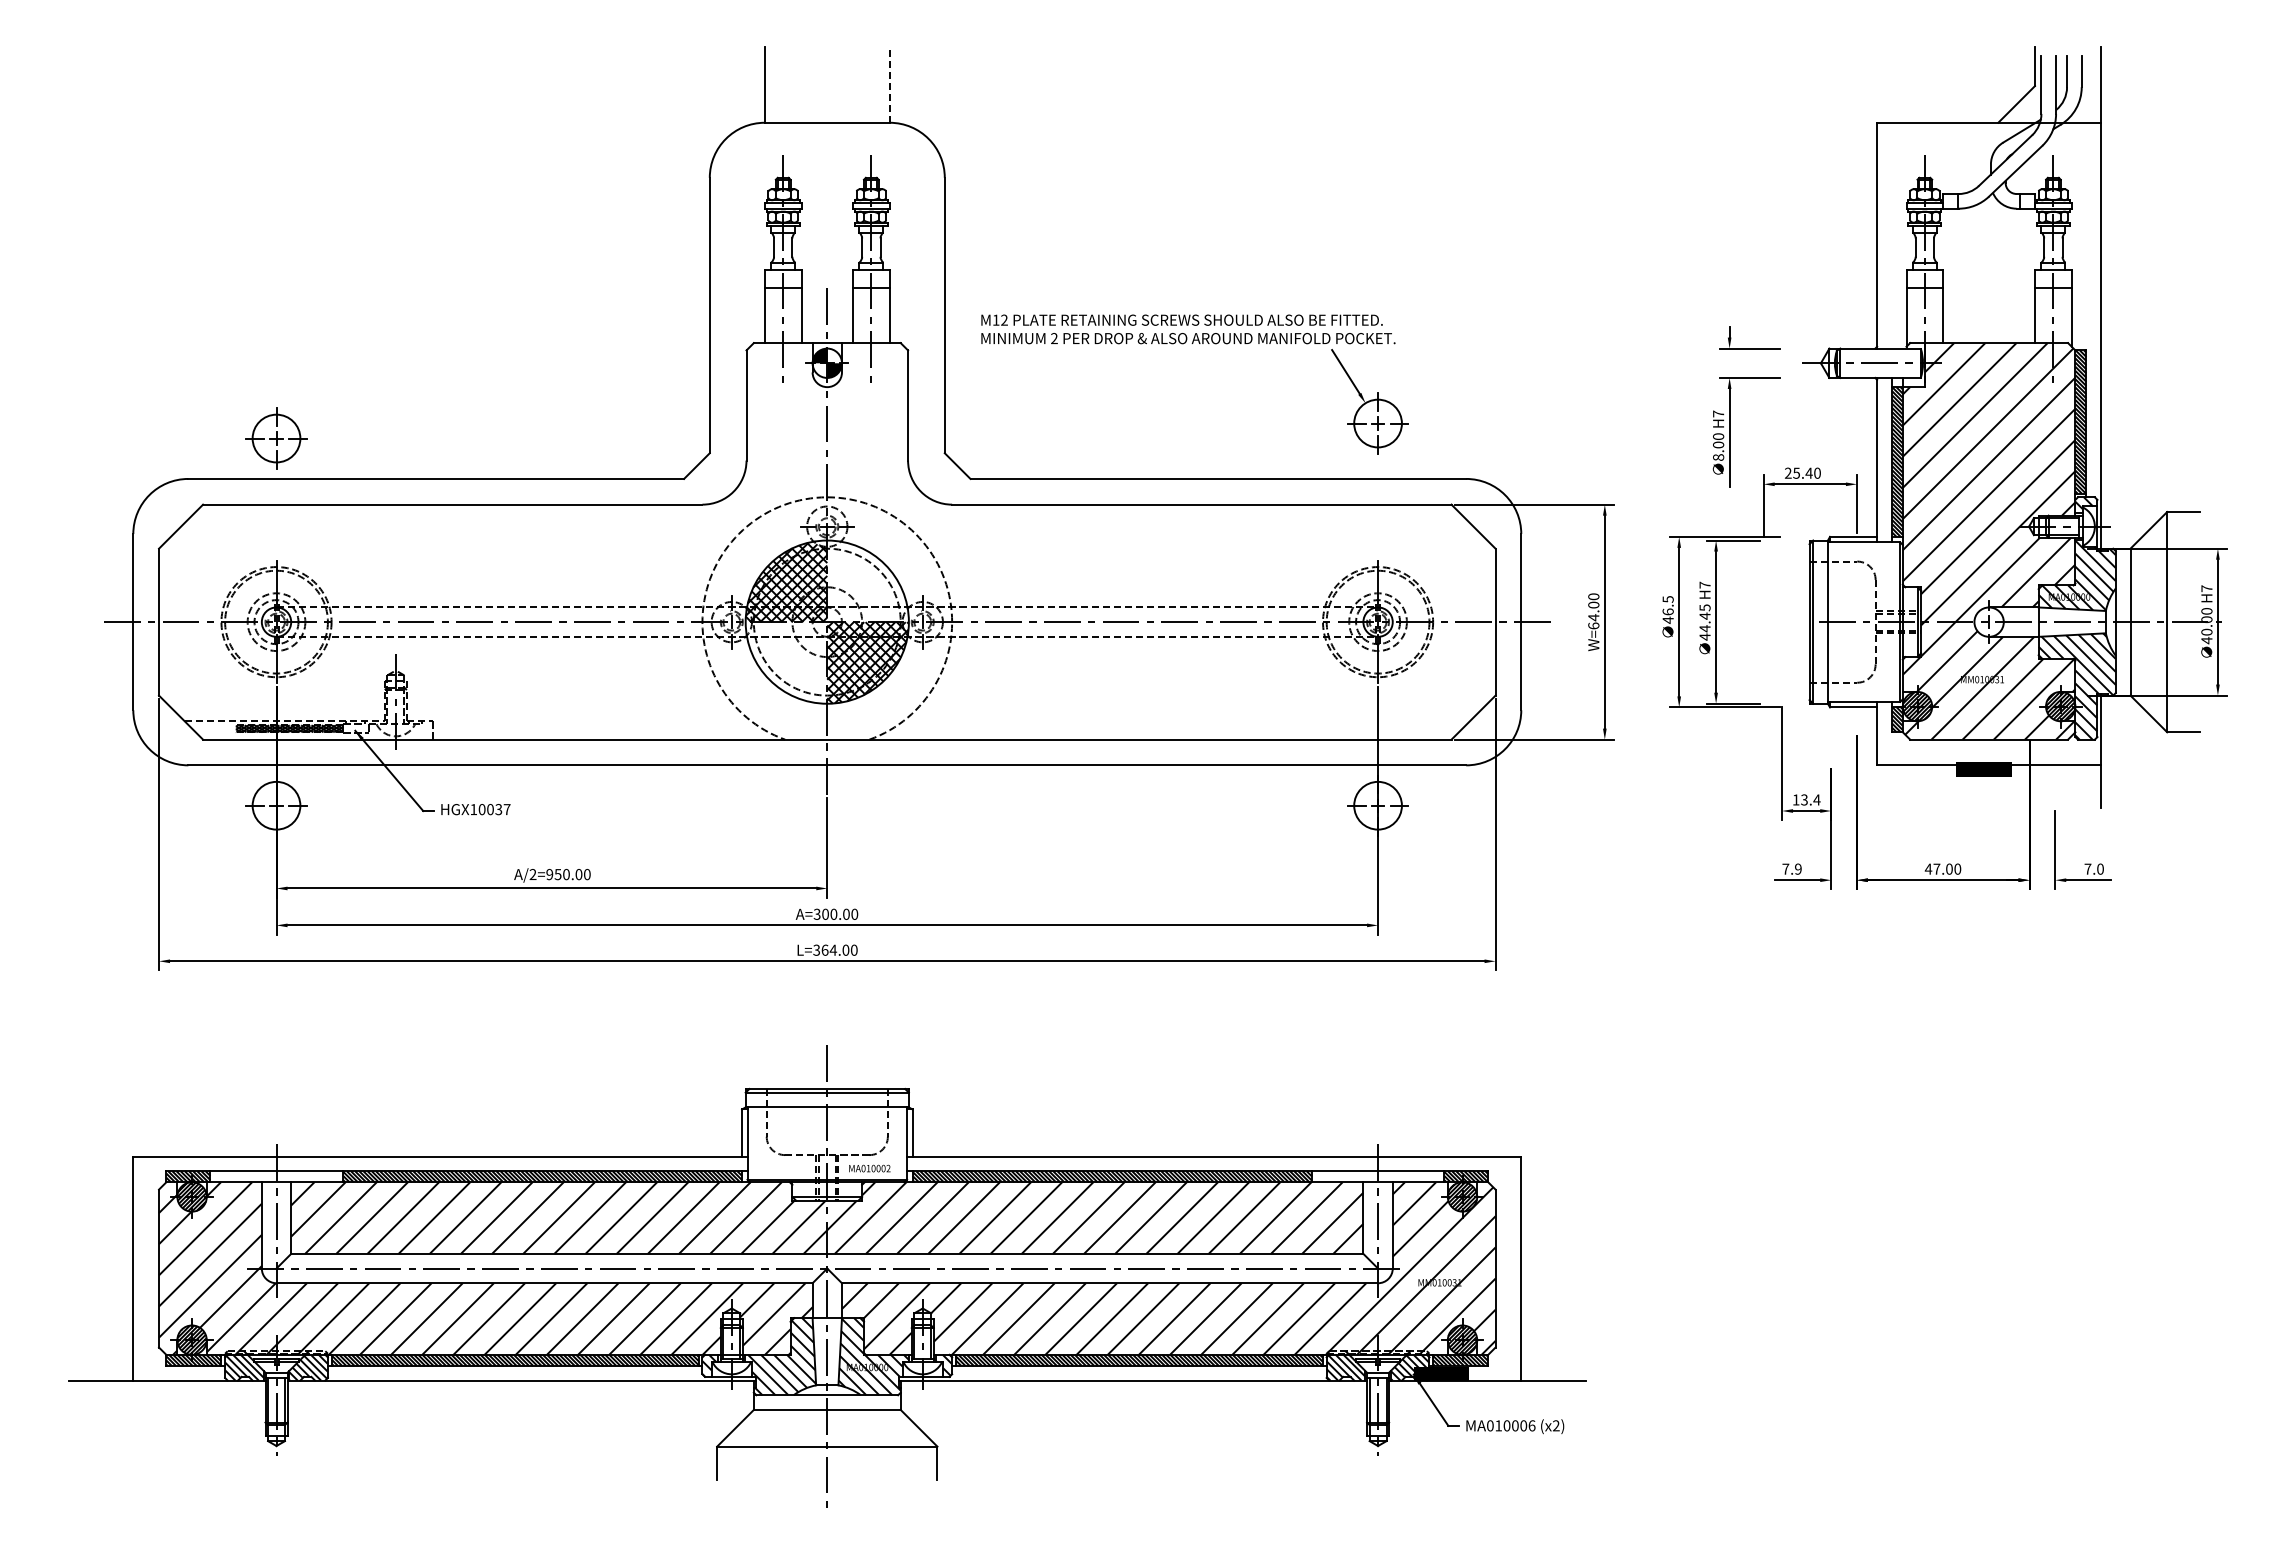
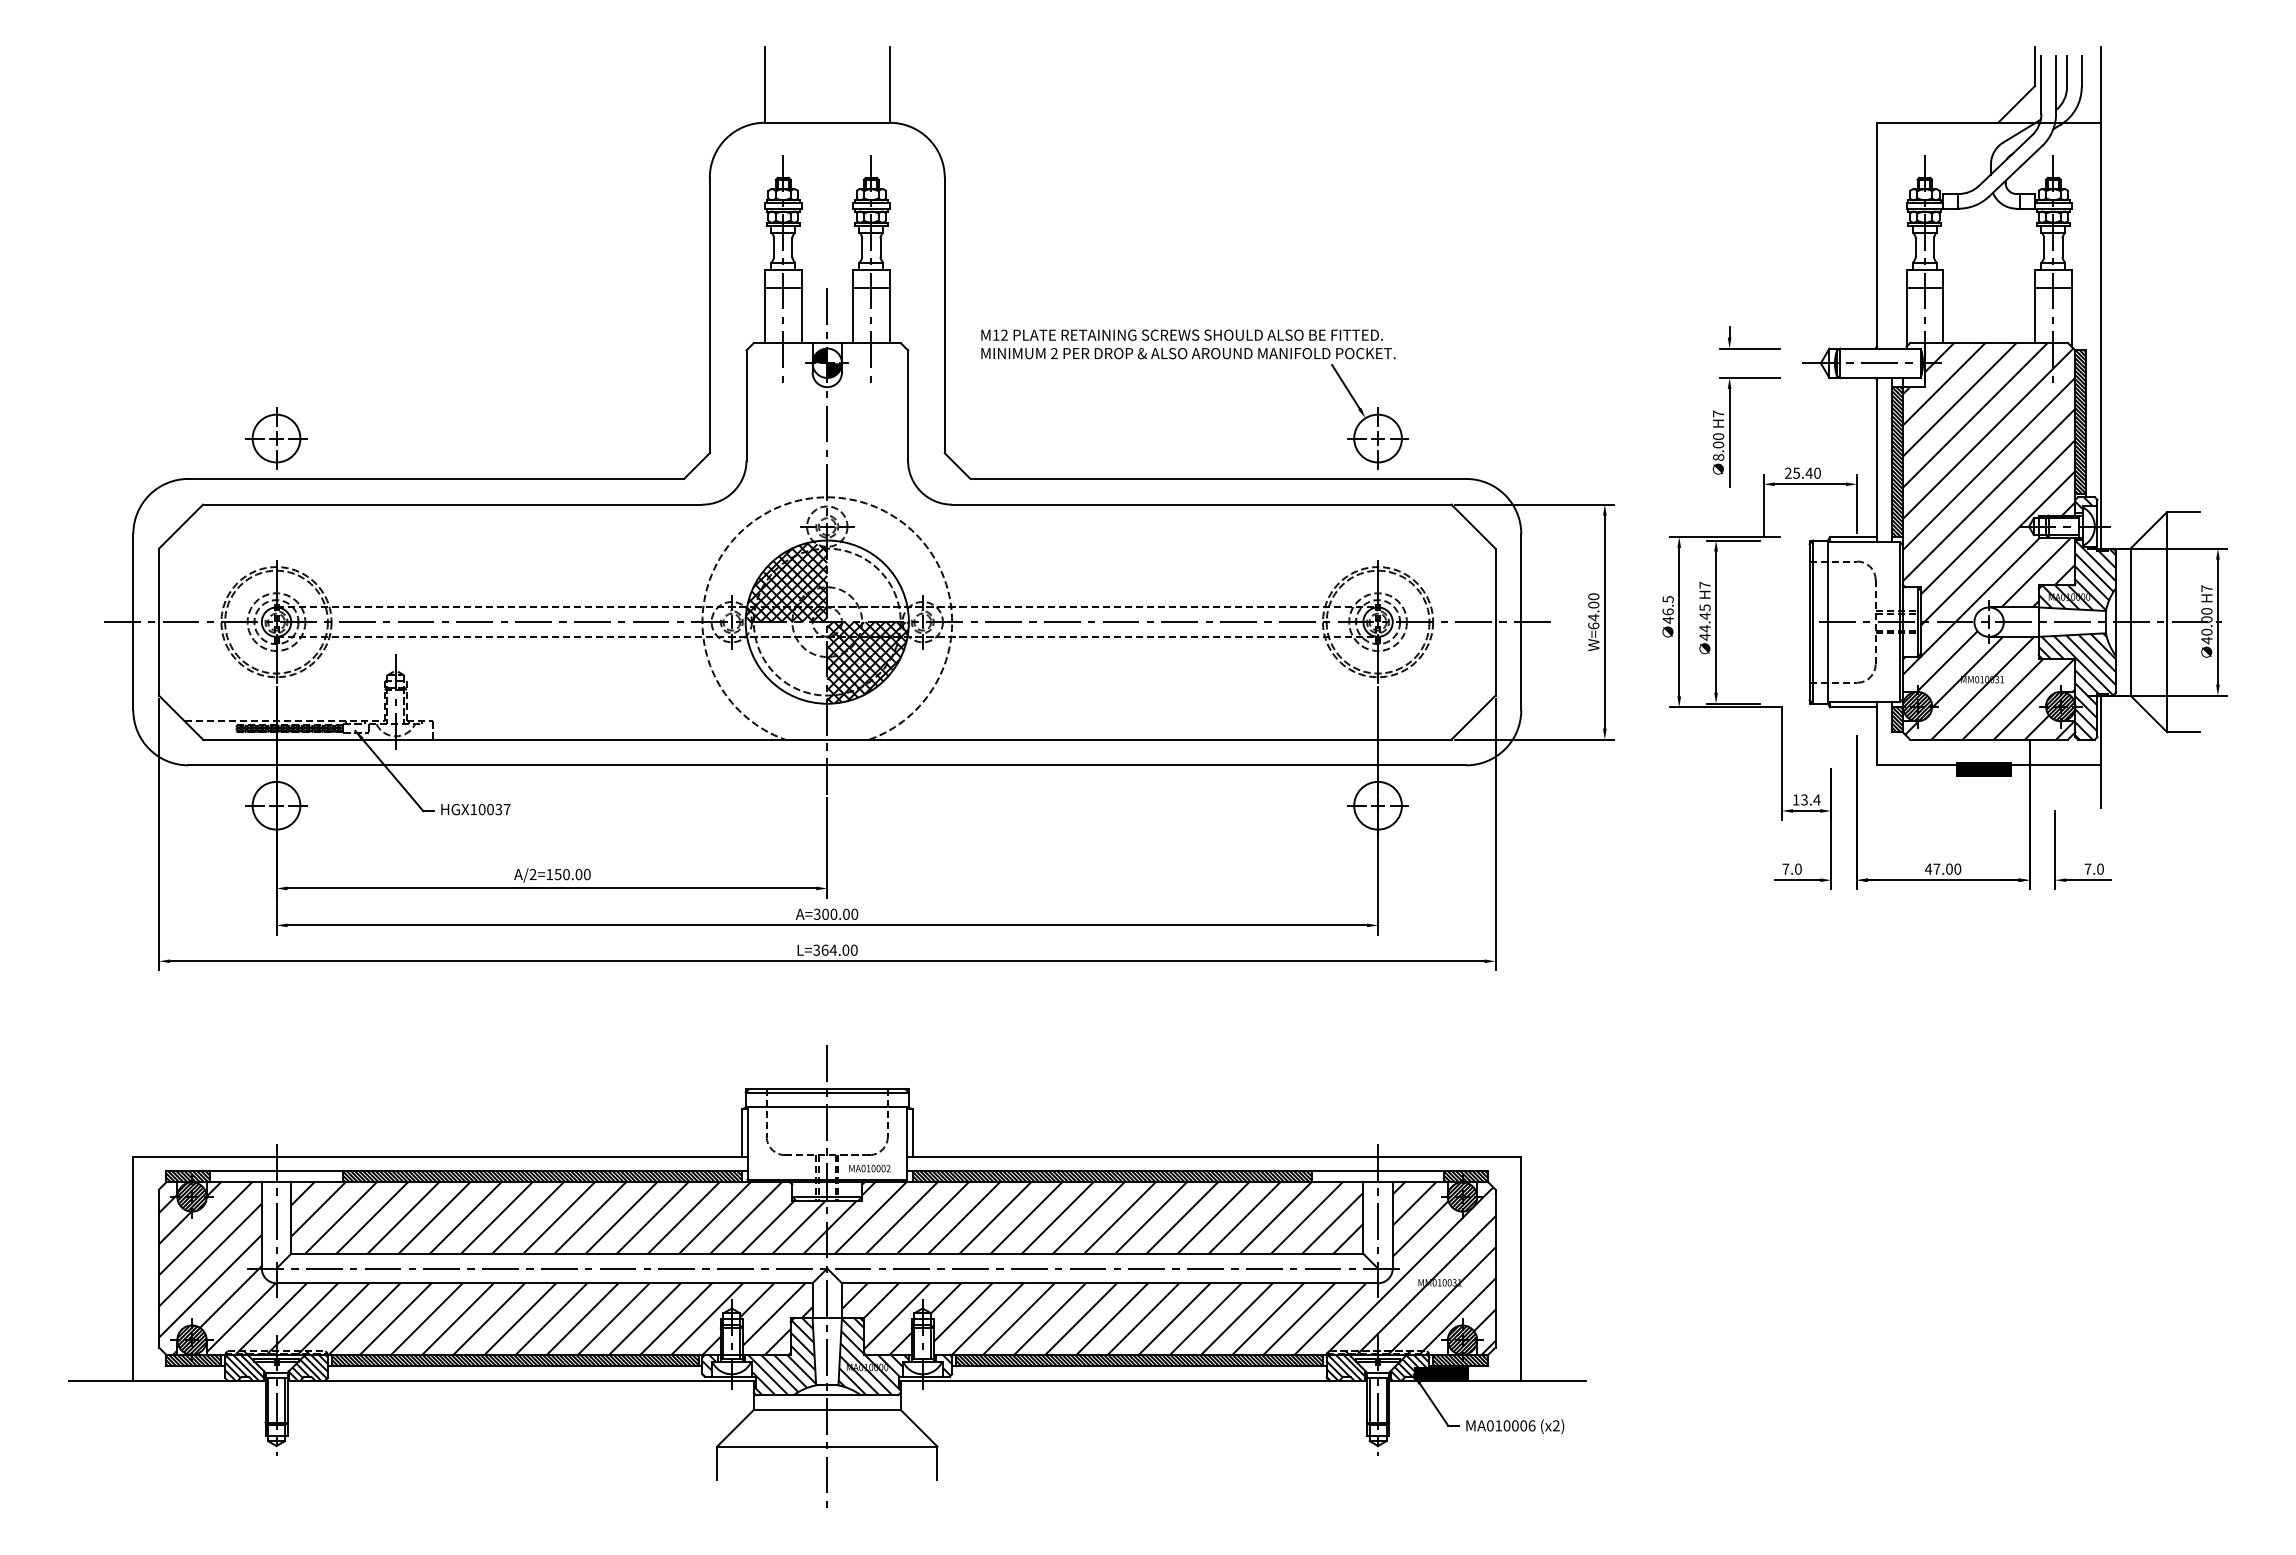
line at (889, 84): dashed -> solid
part at (1193, 343) position: (1193, 343) -> (1193, 358)
text at (1798, 868): 7.9 -> 7.0
text at (549, 874): A/2=950.00 -> A/2=150.00
